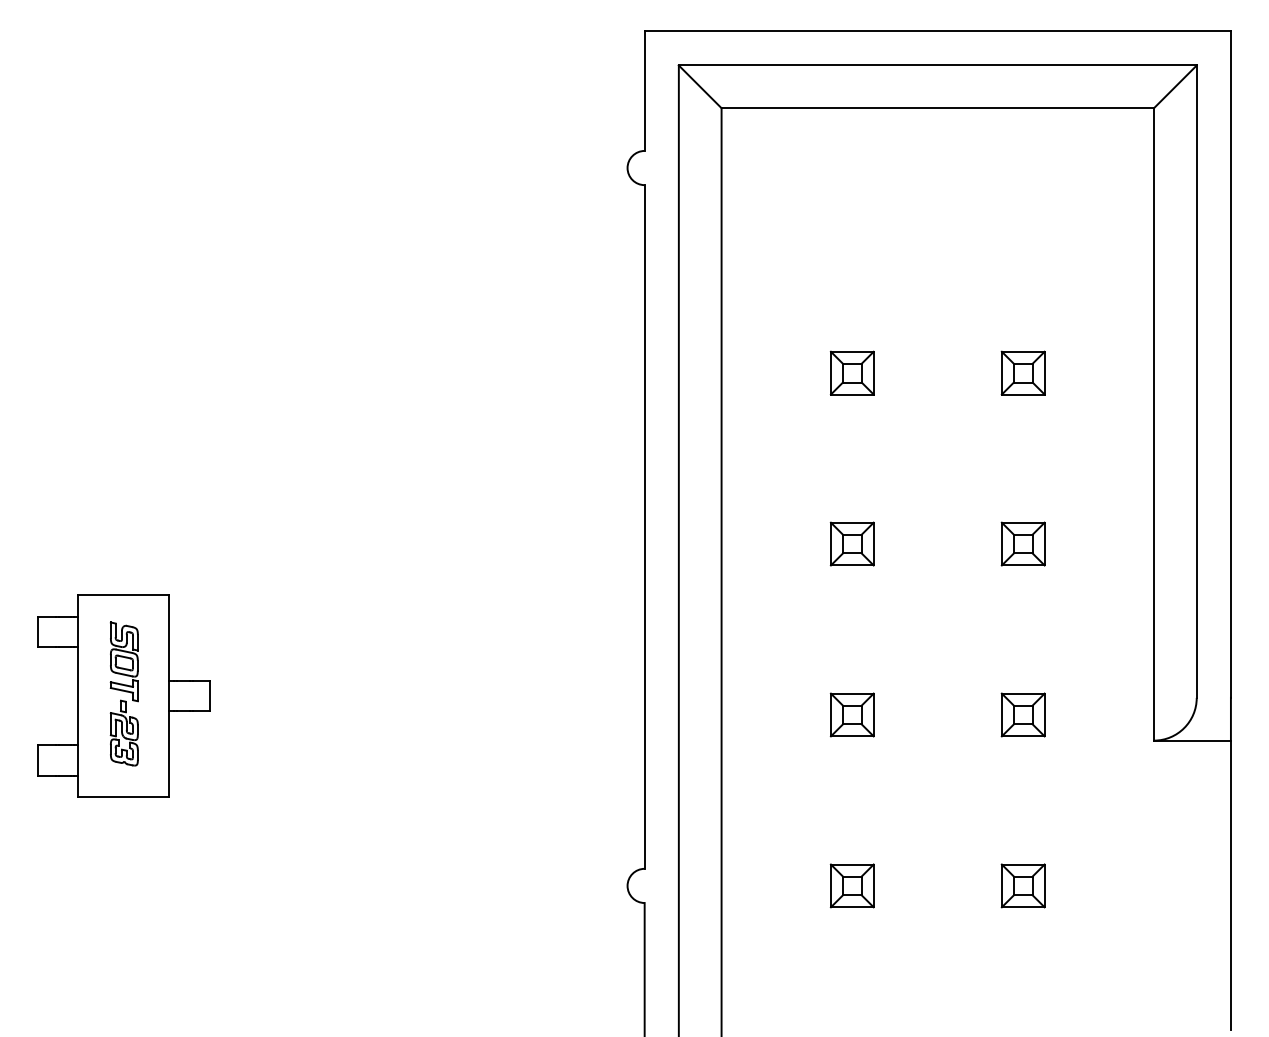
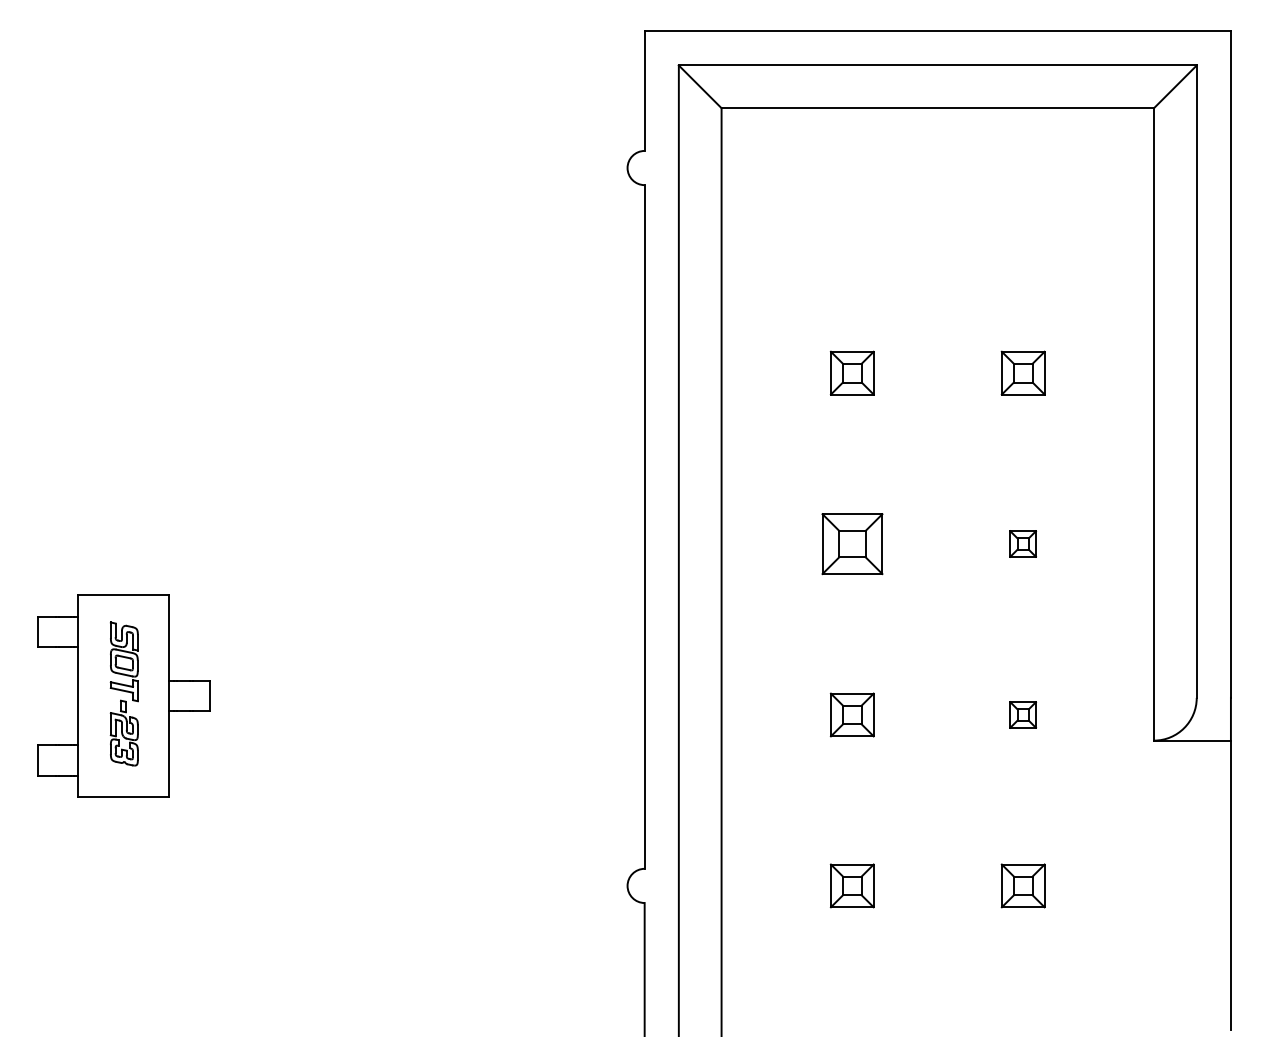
part at (851, 543) size: 46x46 px -> 63x63 px
part at (1022, 543) size: 46x46 px -> 28x28 px
part at (1022, 714) size: 46x46 px -> 28x28 px
